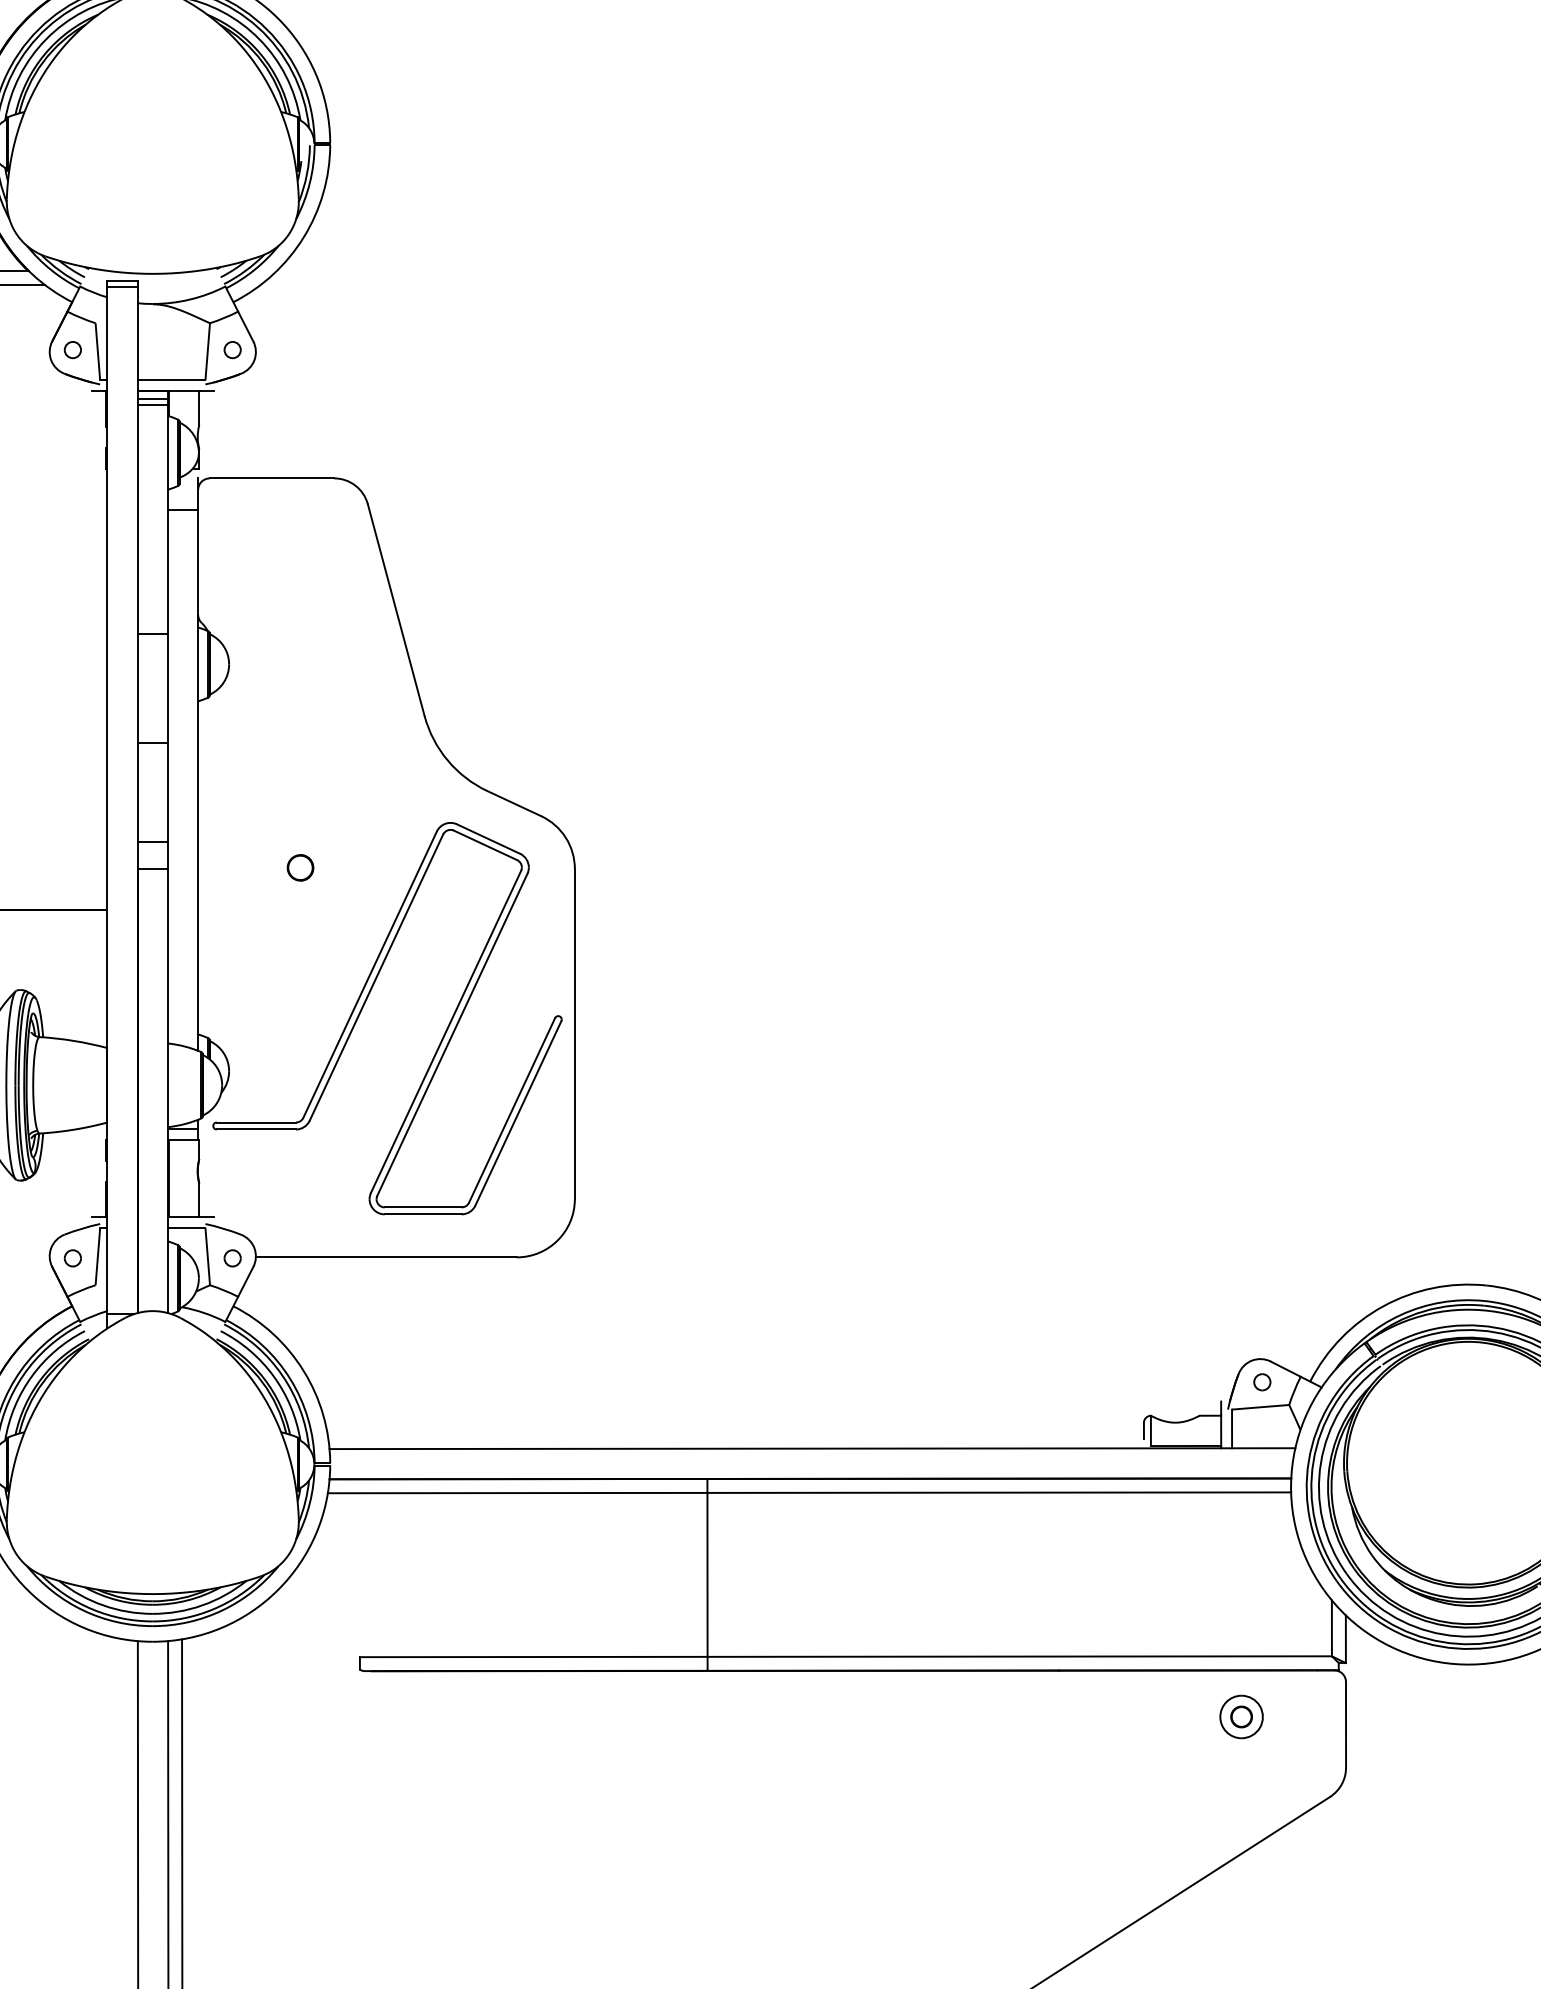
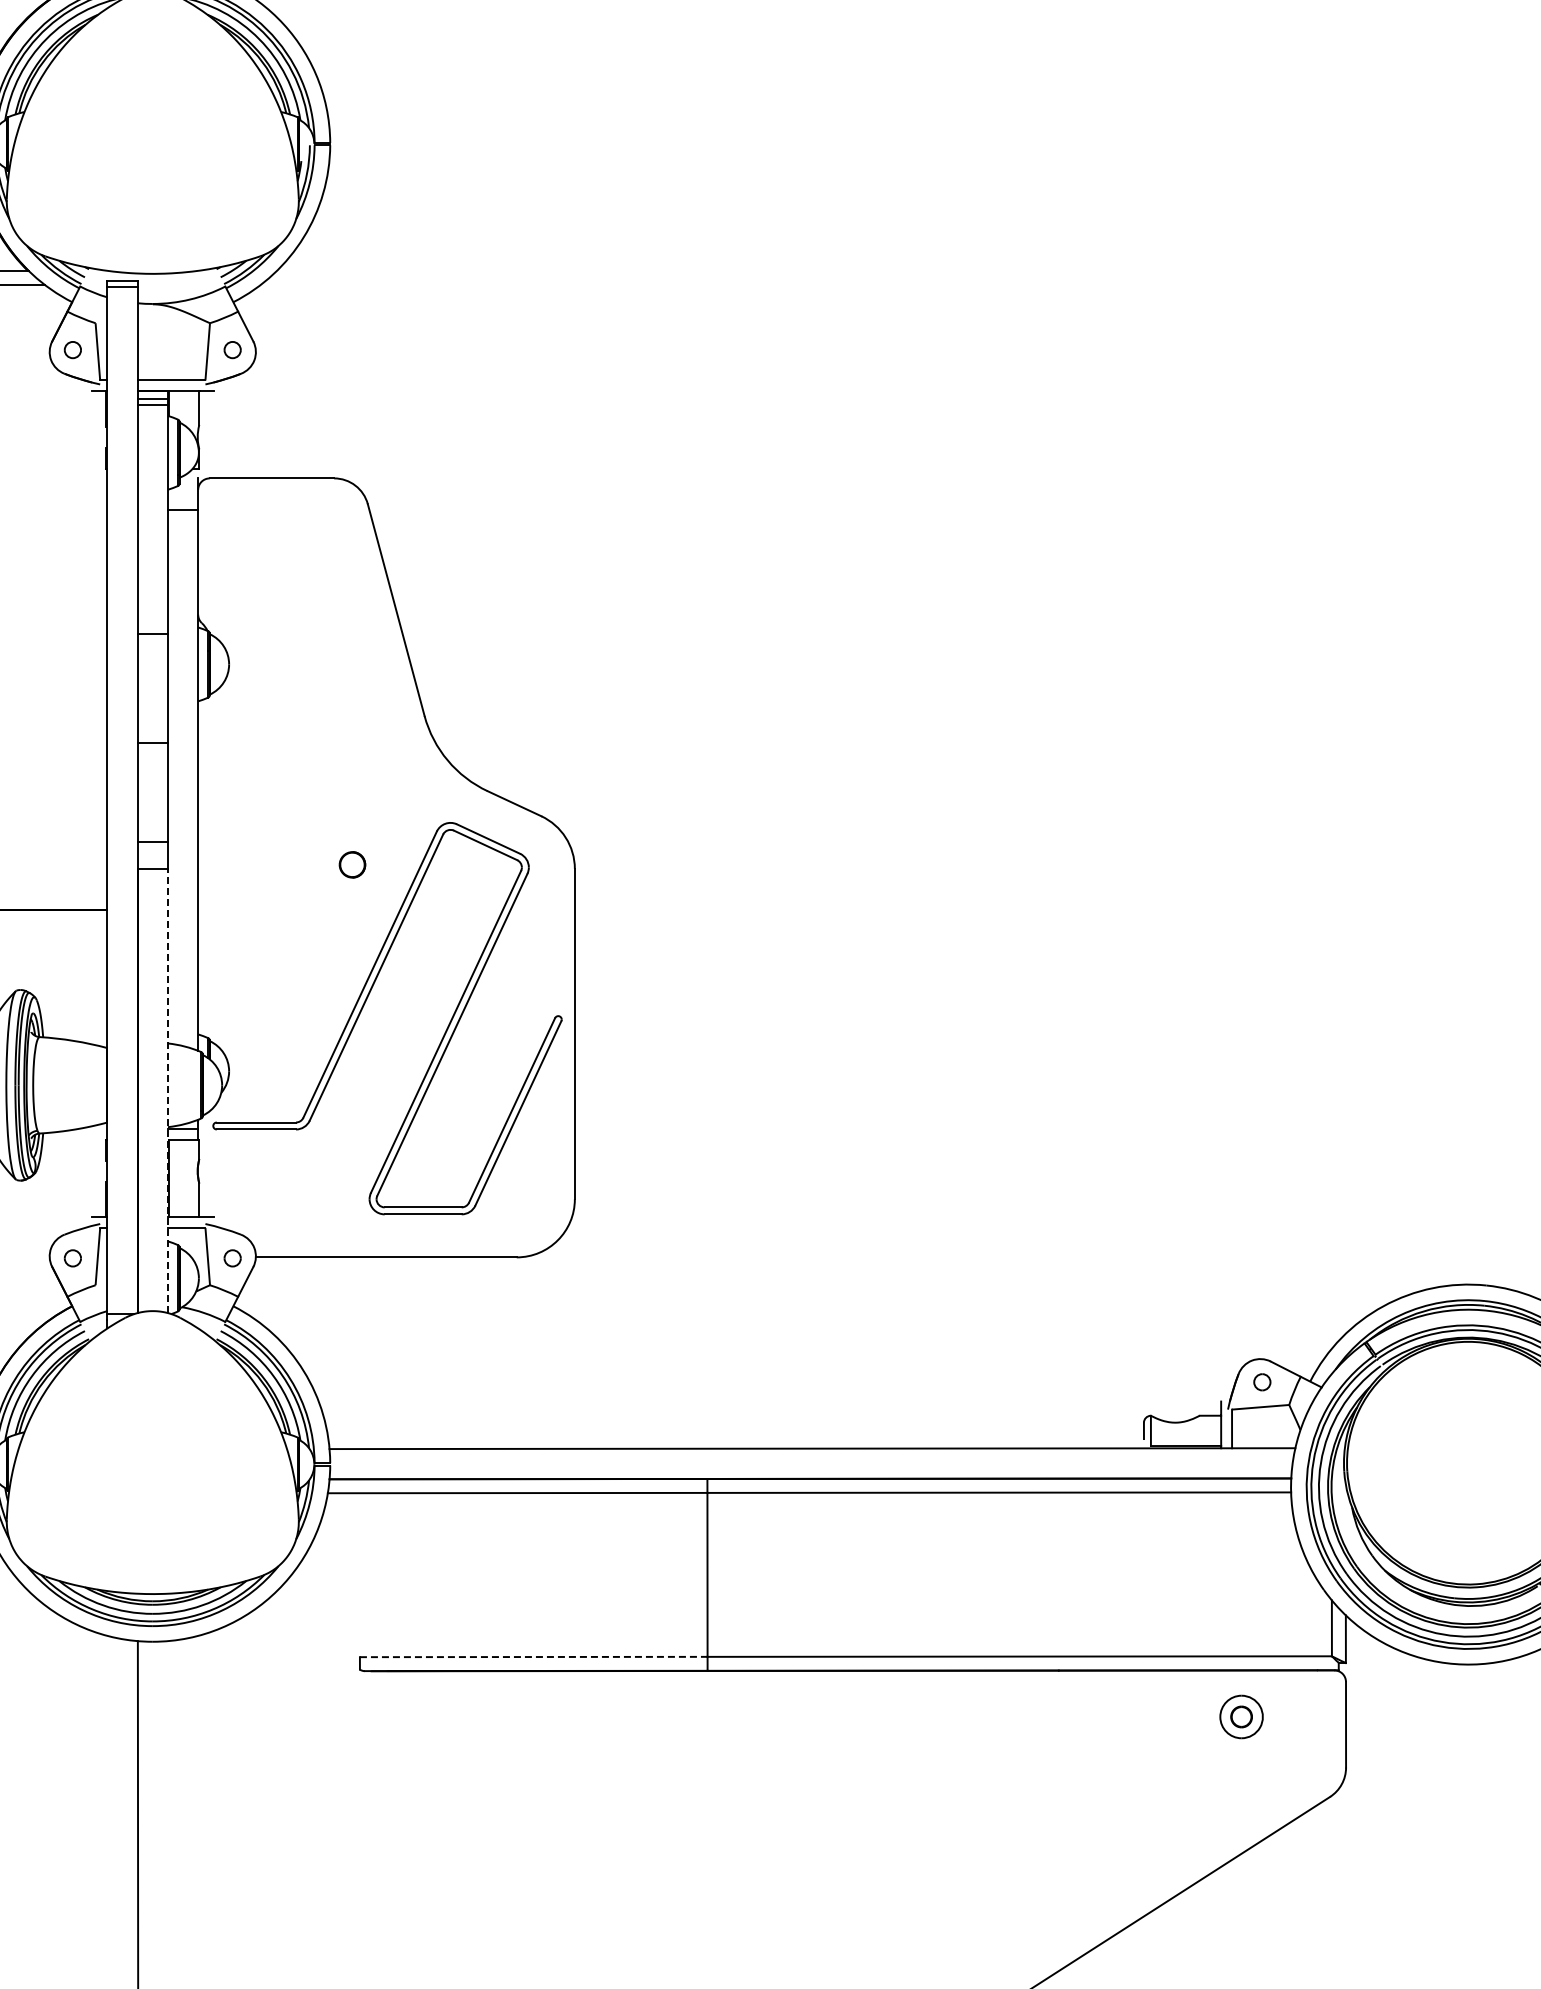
part at (300, 867) position: (300, 867) -> (352, 864)
line at (167, 1091): solid -> dashed
line at (533, 1657): solid -> dashed
line at (182, 1812): present -> none
line at (168, 1813): present -> none
